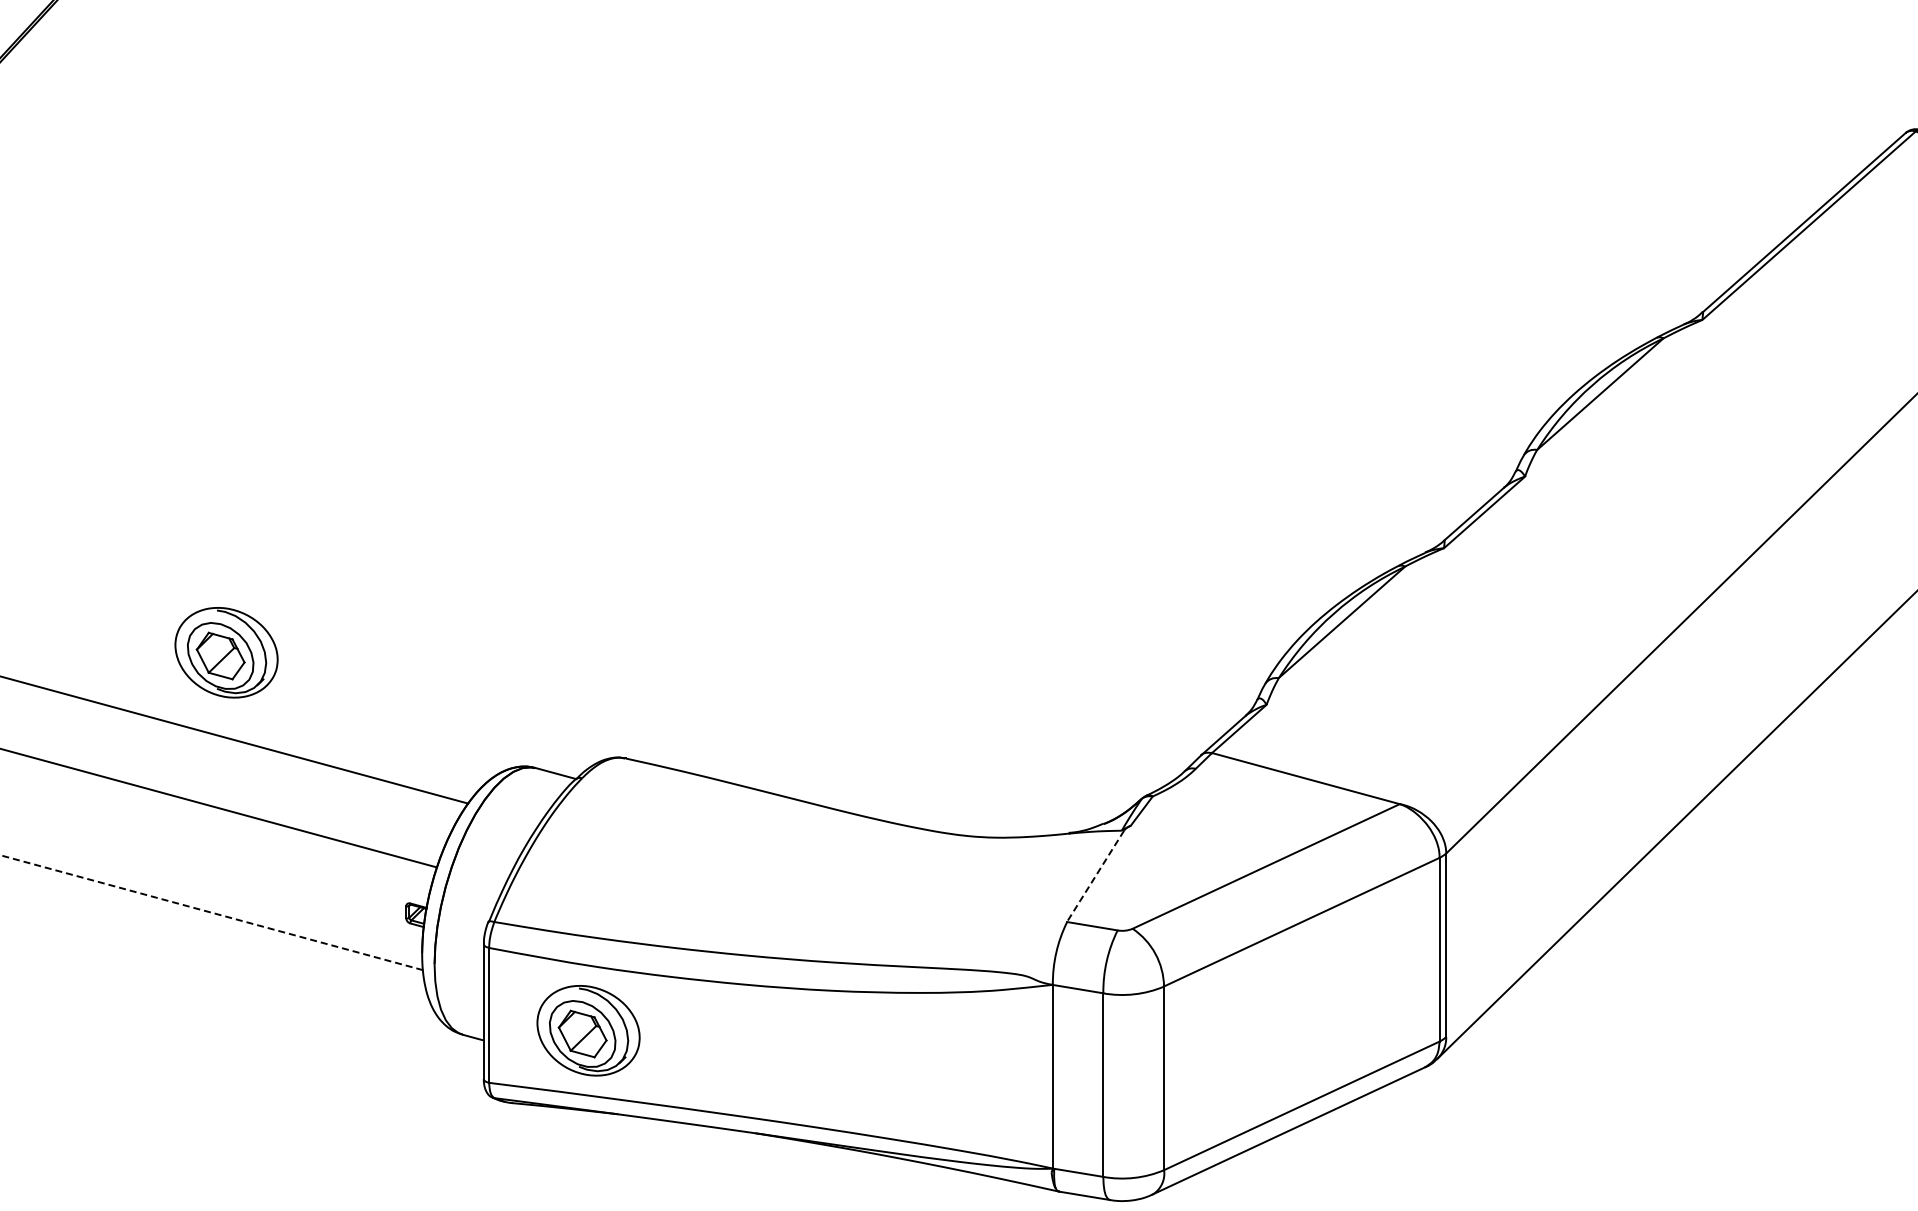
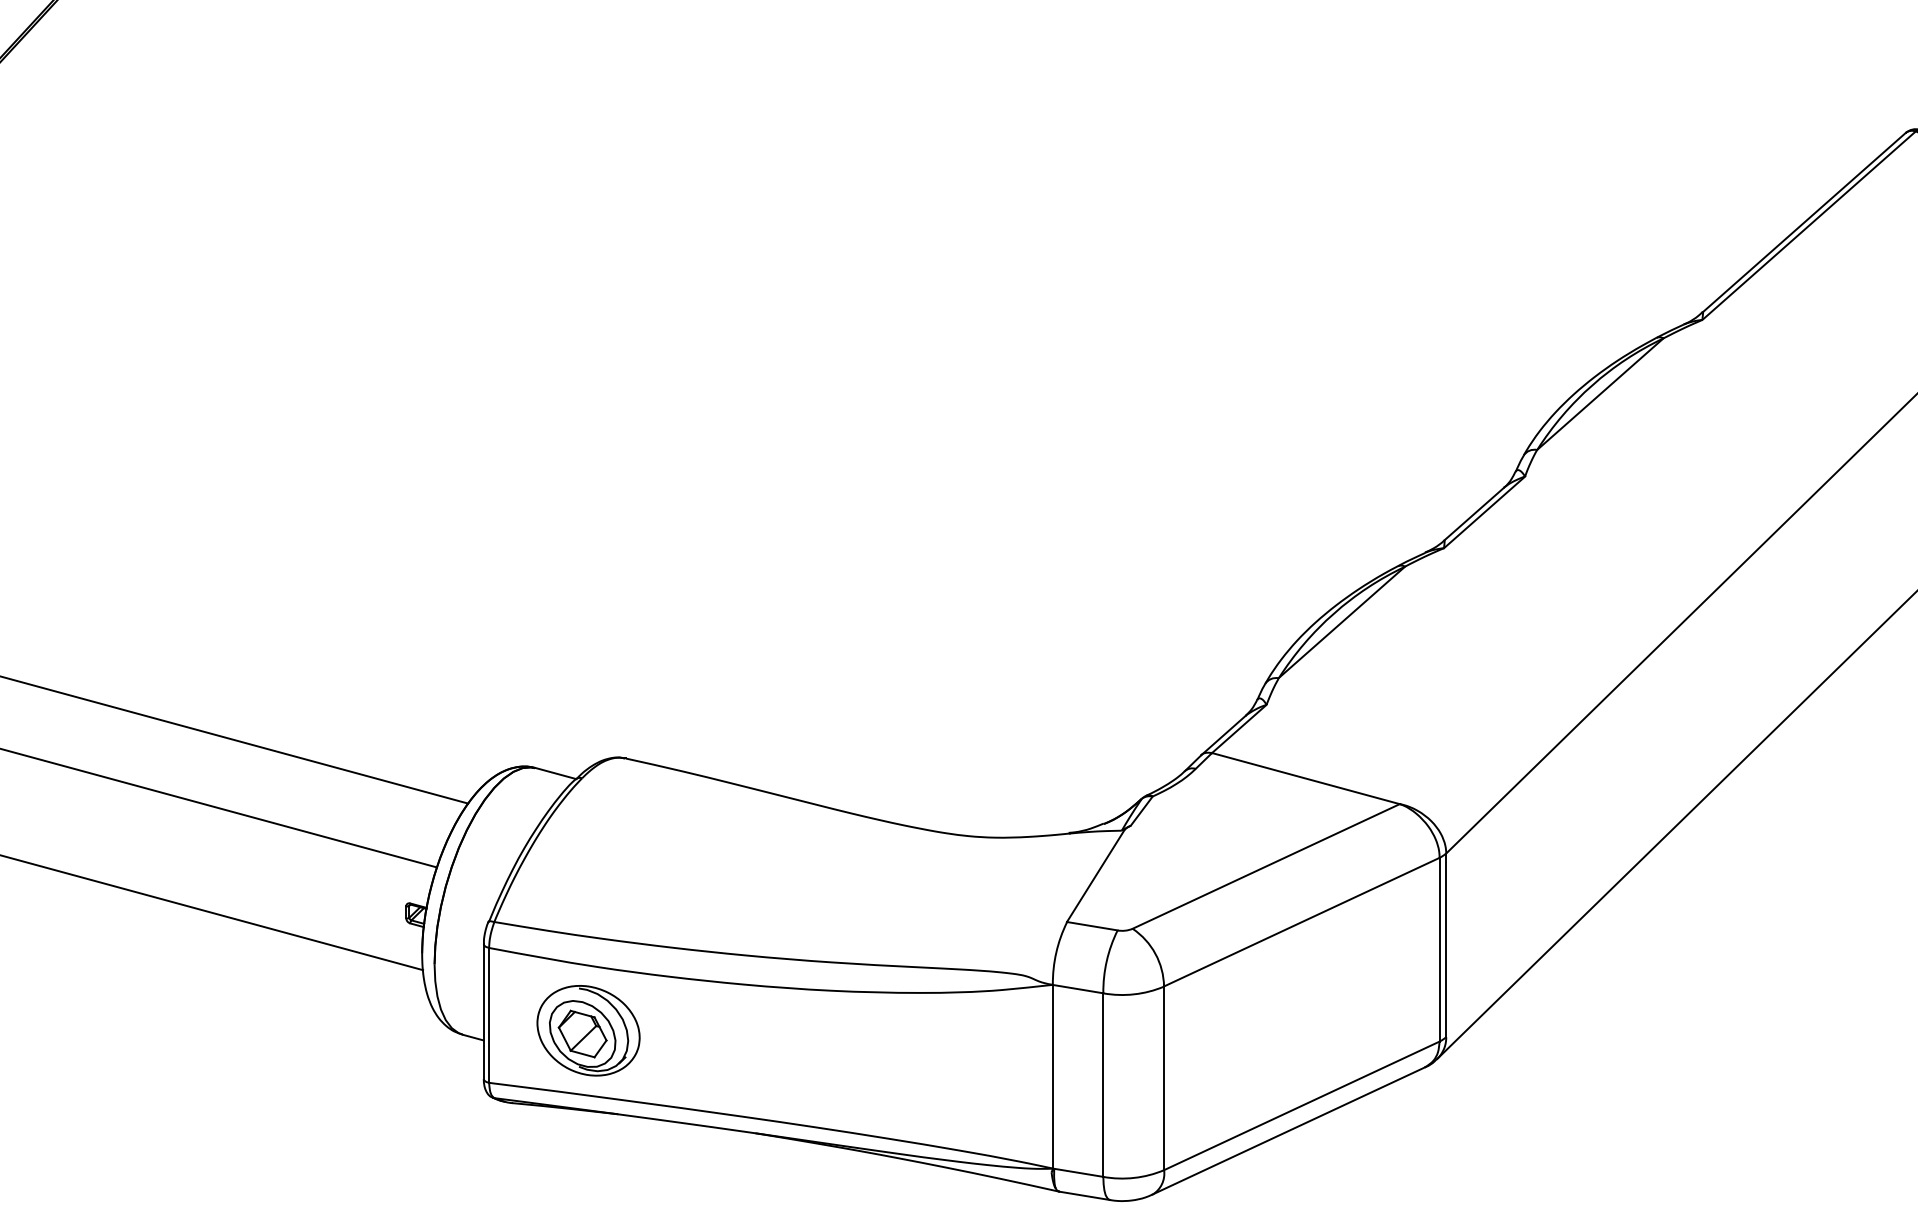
part at (226, 652): present -> none
line at (1095, 876): dashed -> solid
line at (211, 912): dashed -> solid
